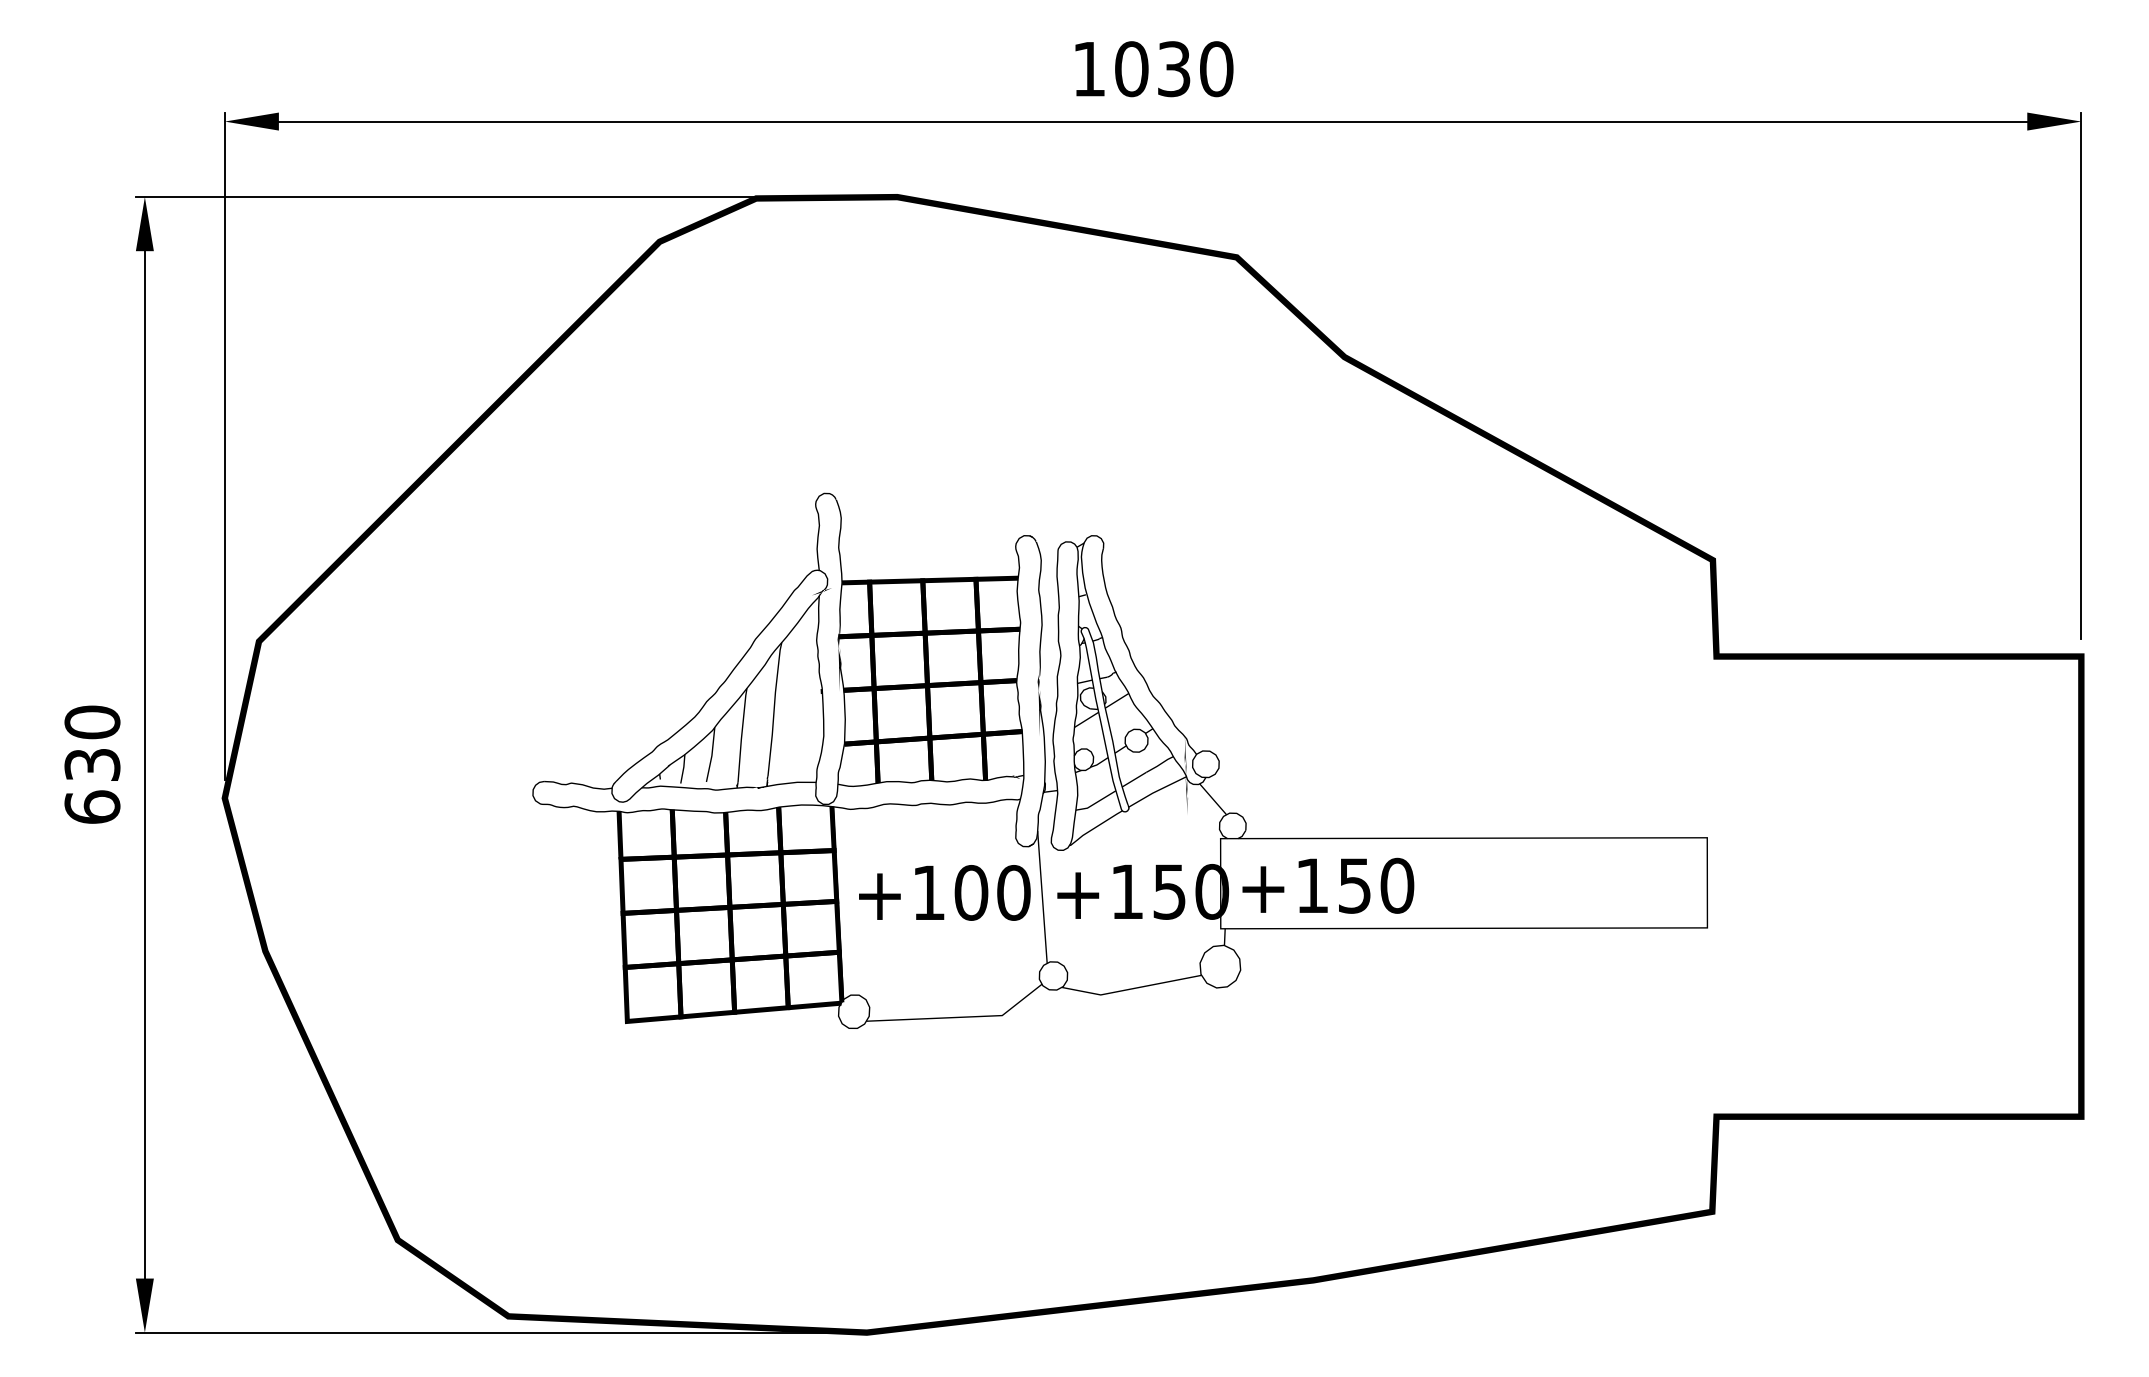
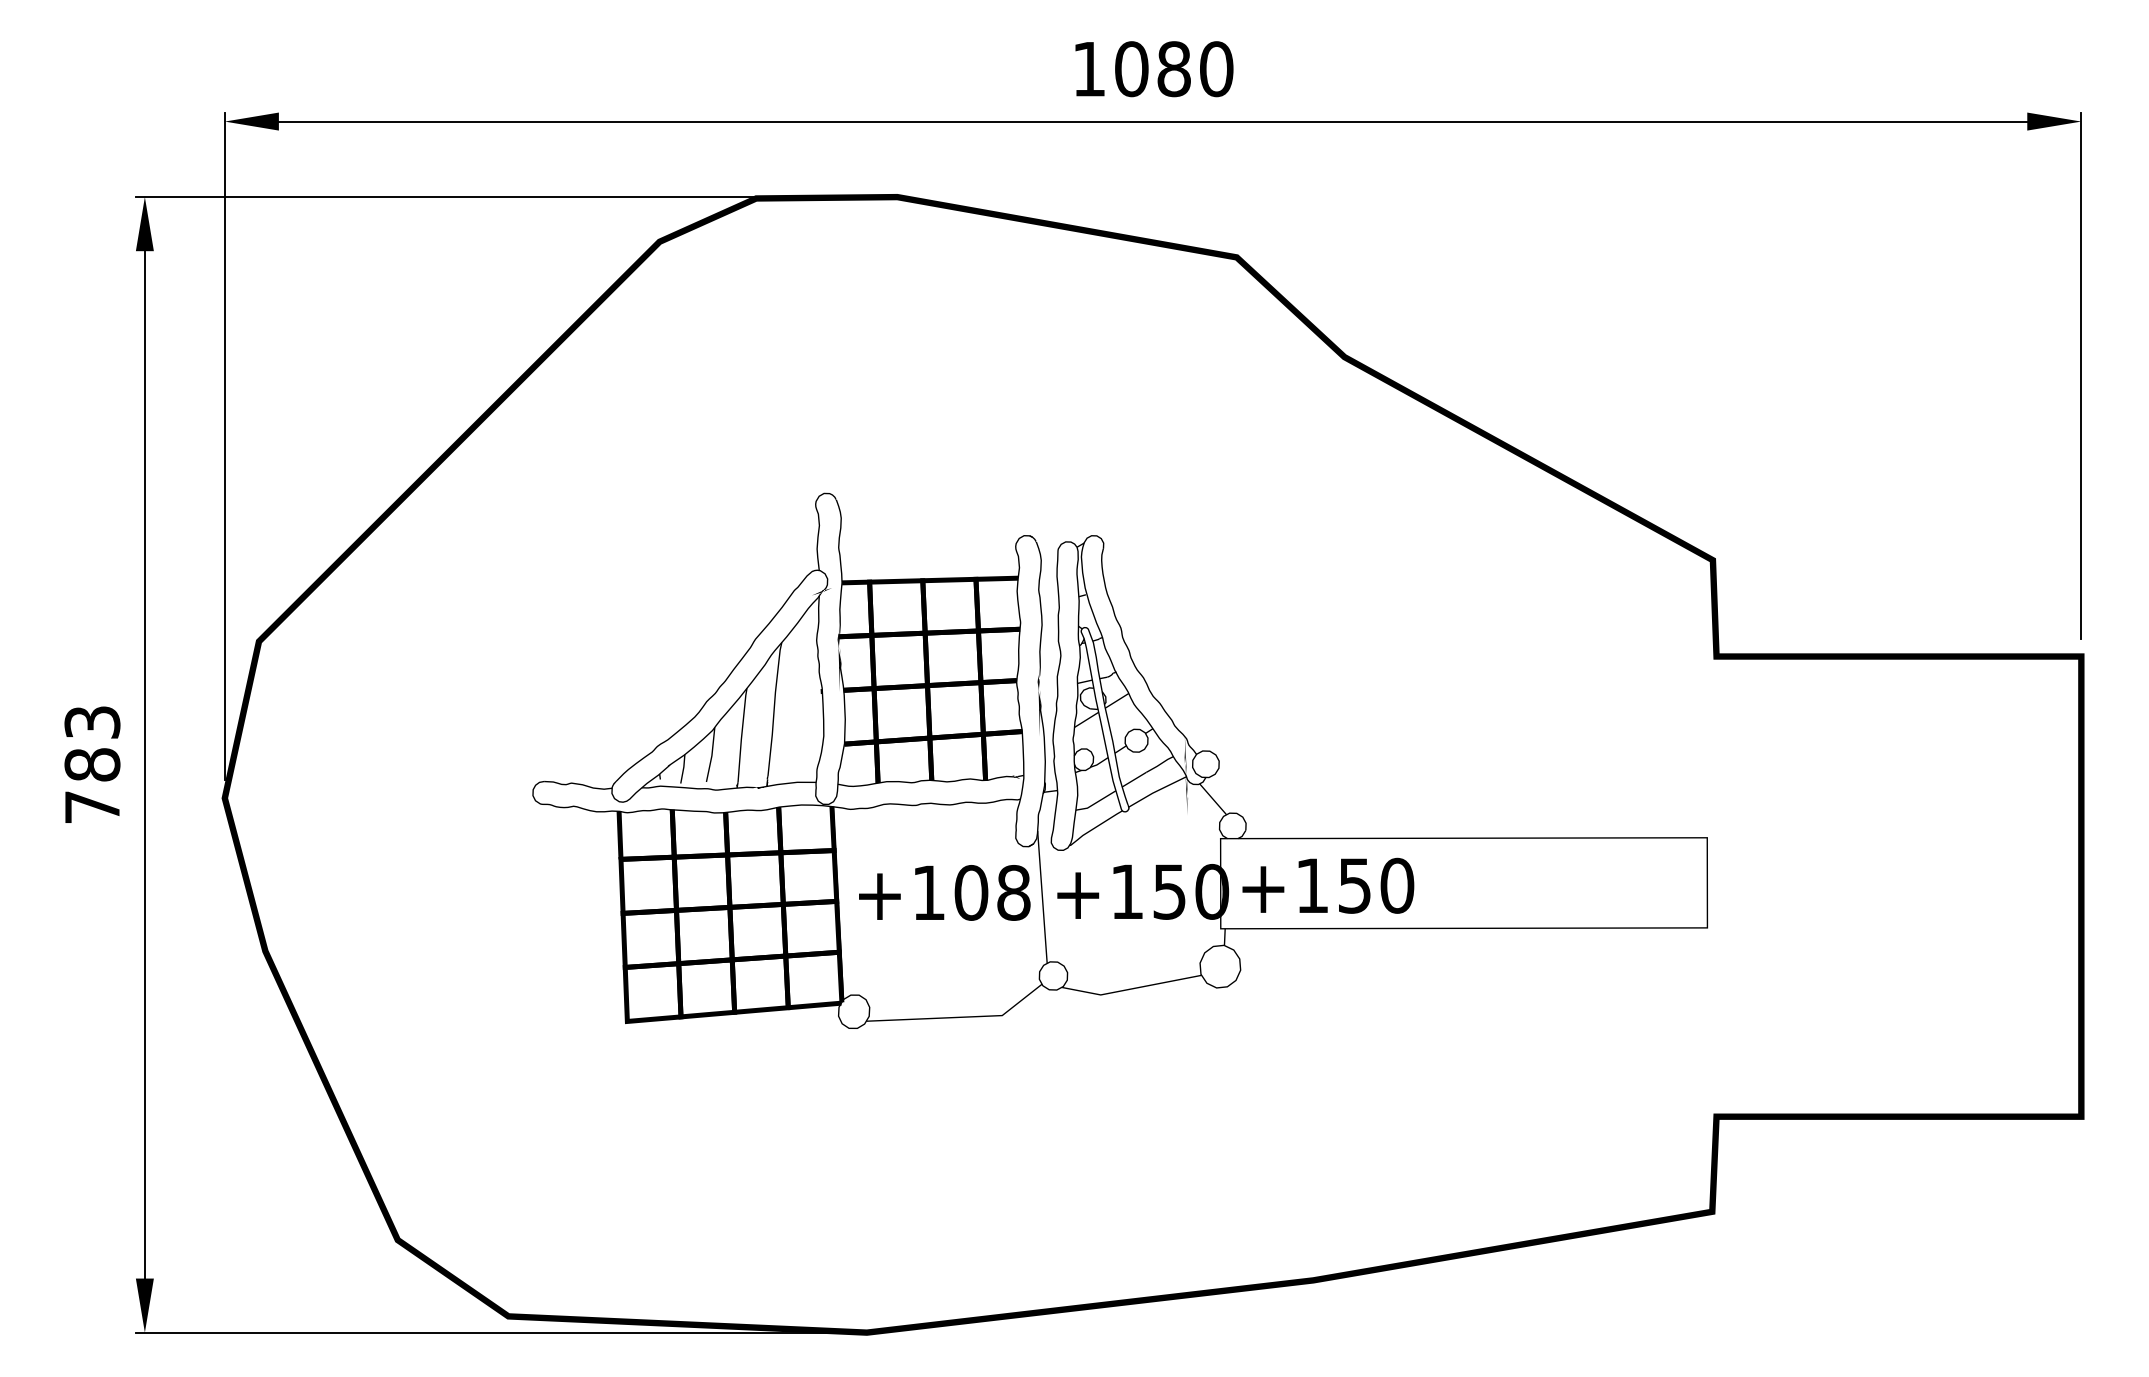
text at (1173, 69): 1030 -> 1080
text at (92, 764): 630 -> 783
text at (1013, 892): +100 -> +108
